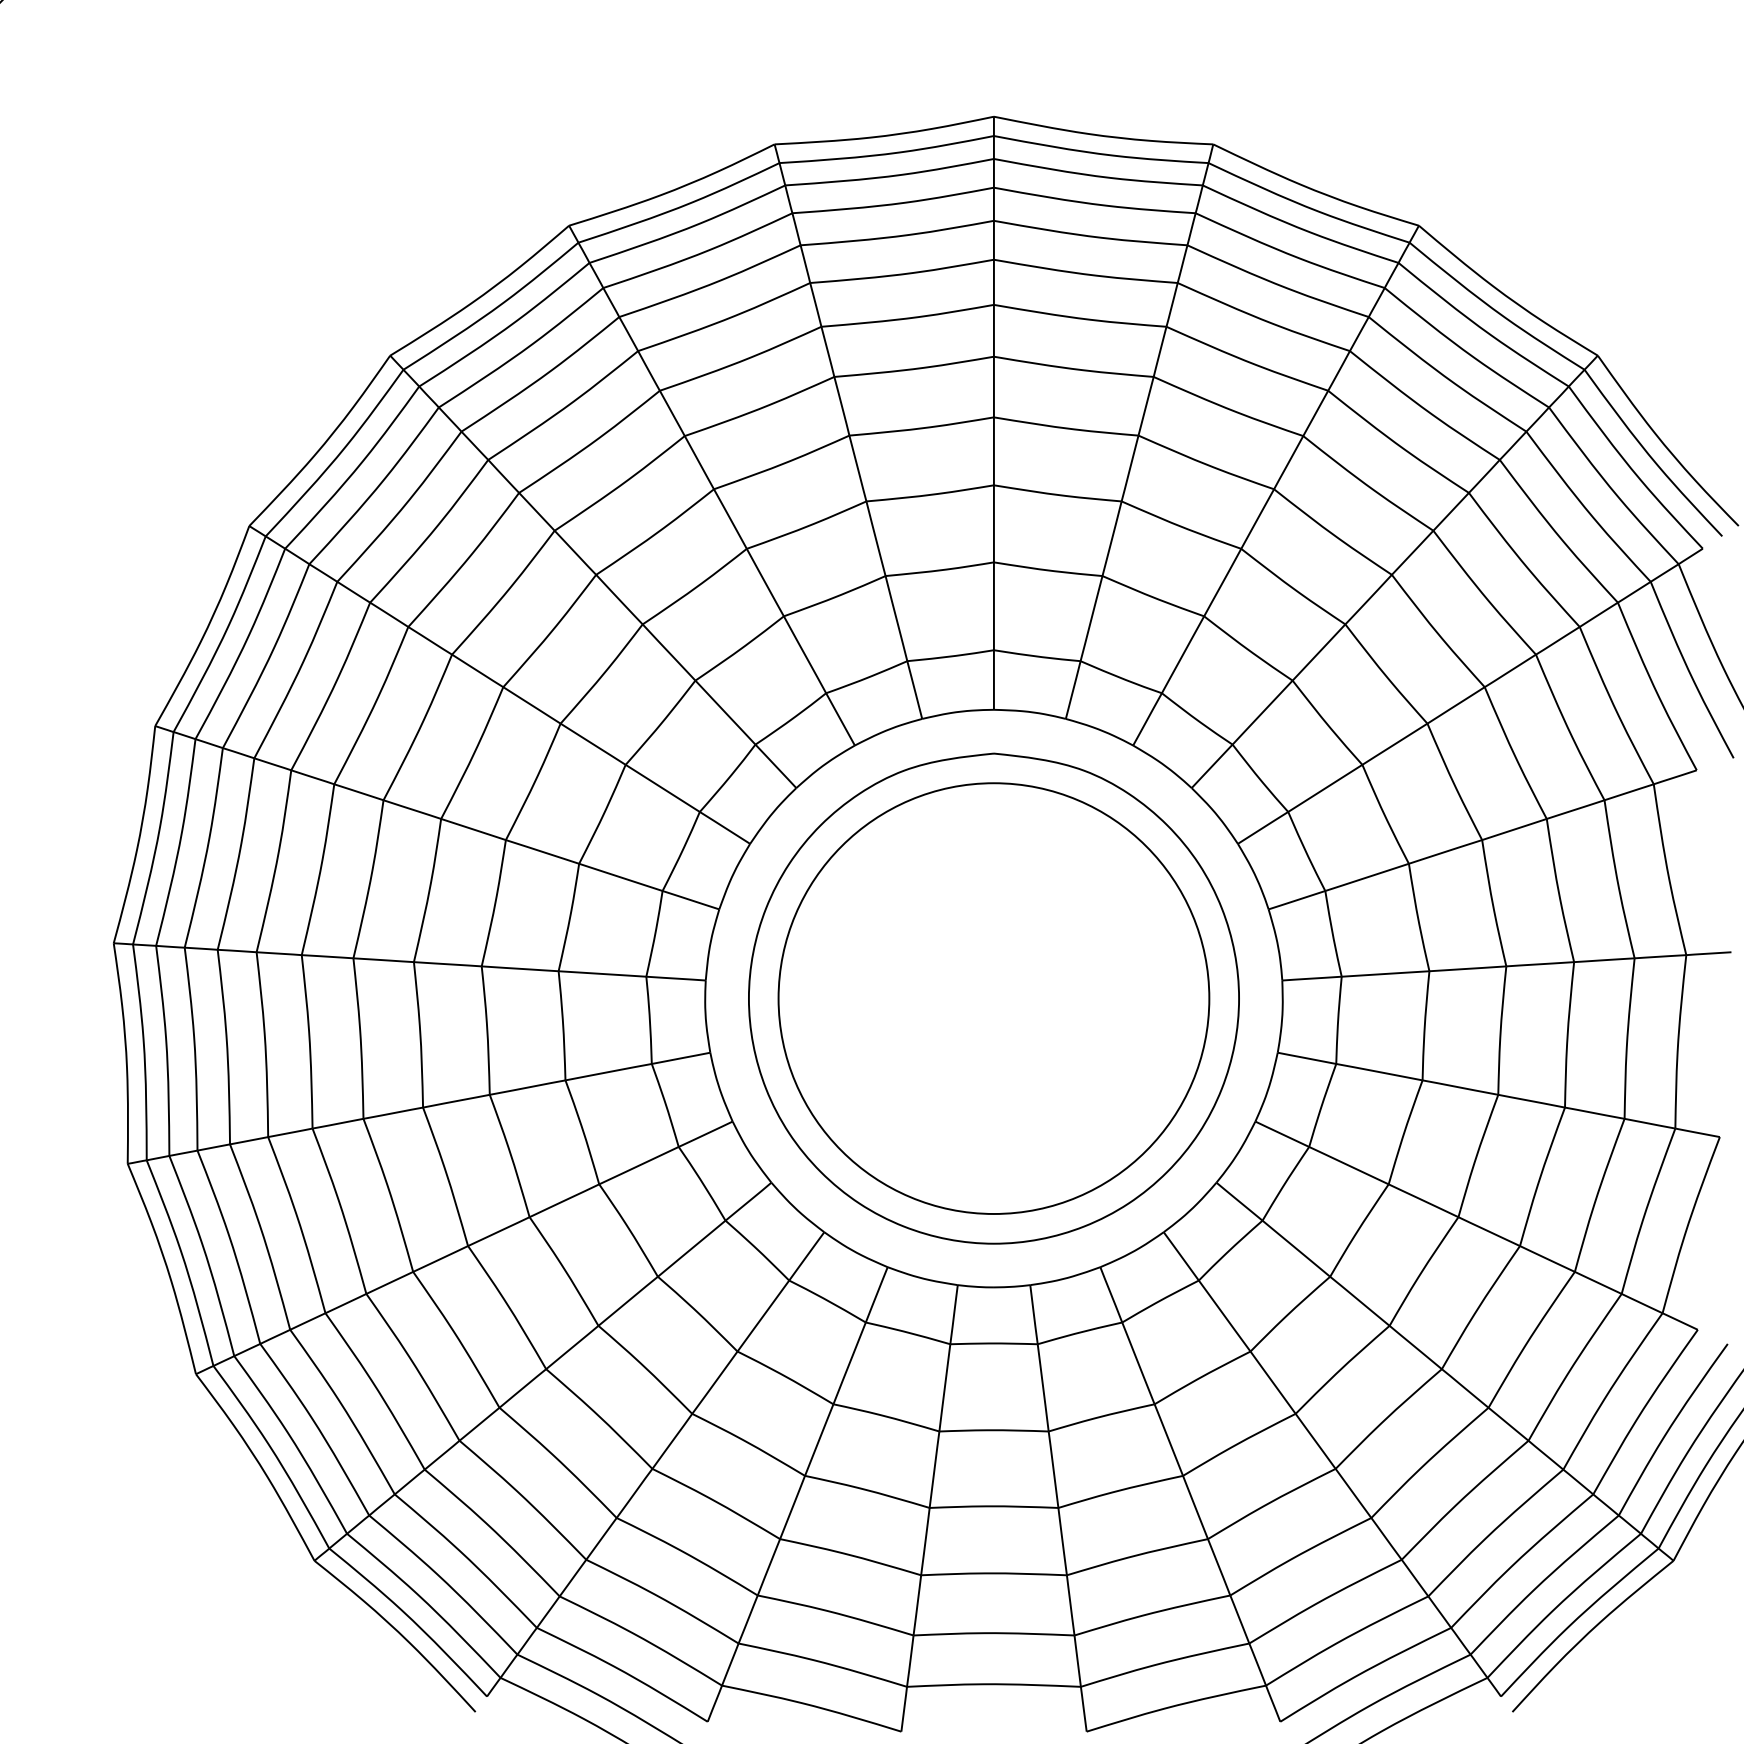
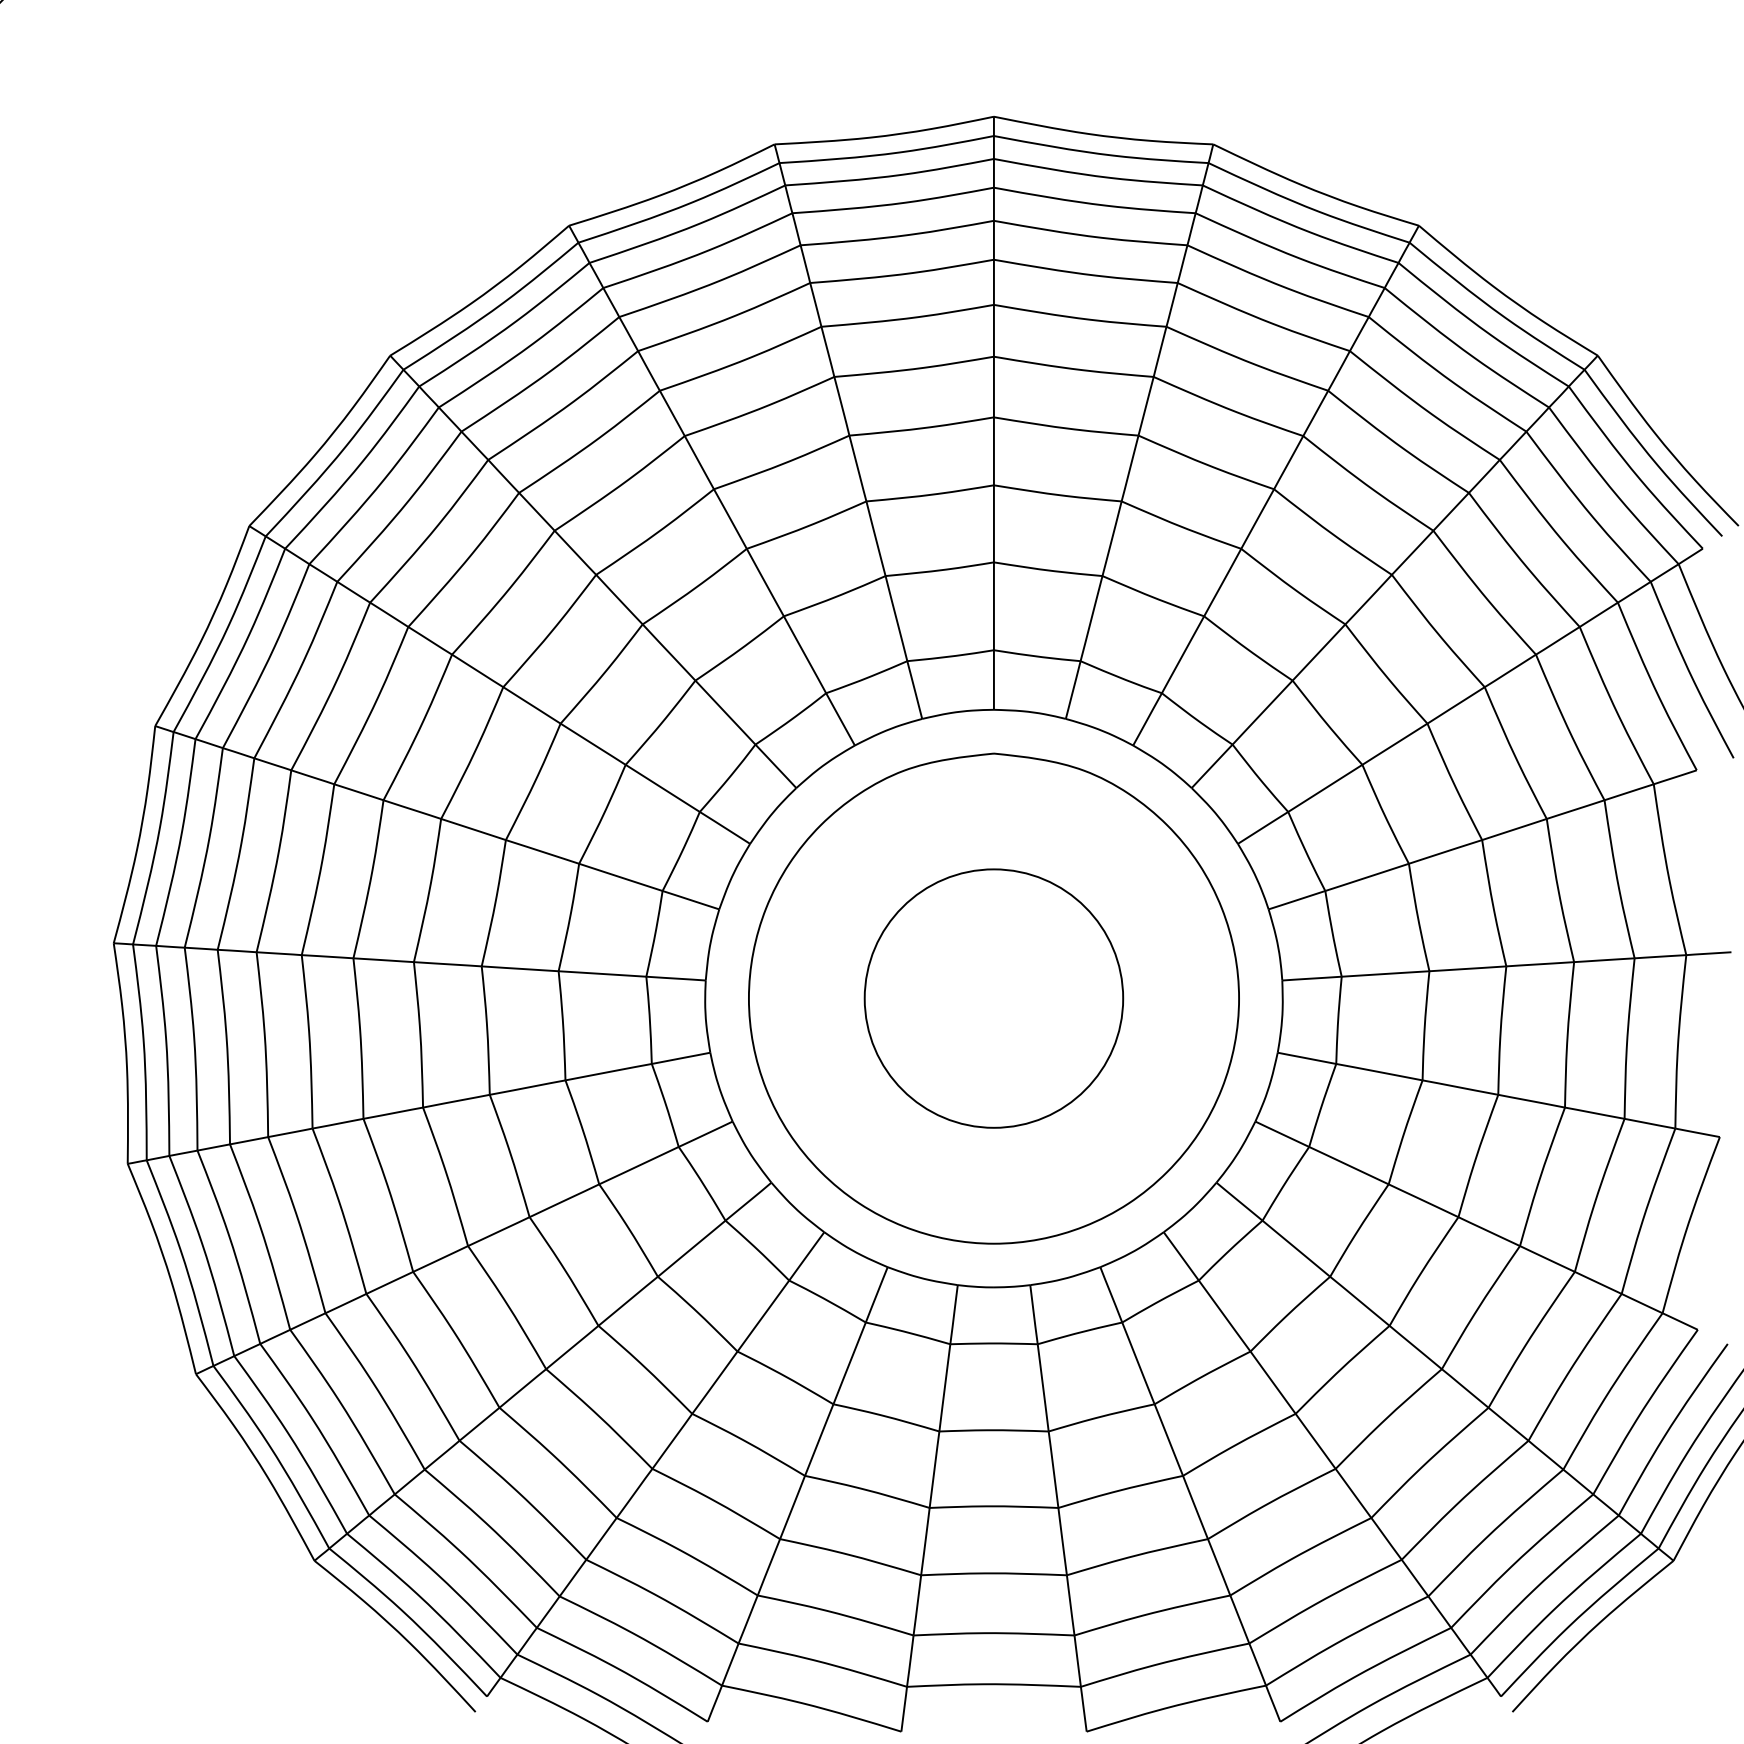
circle at (993, 998) diameter: 431 px -> 258 px
